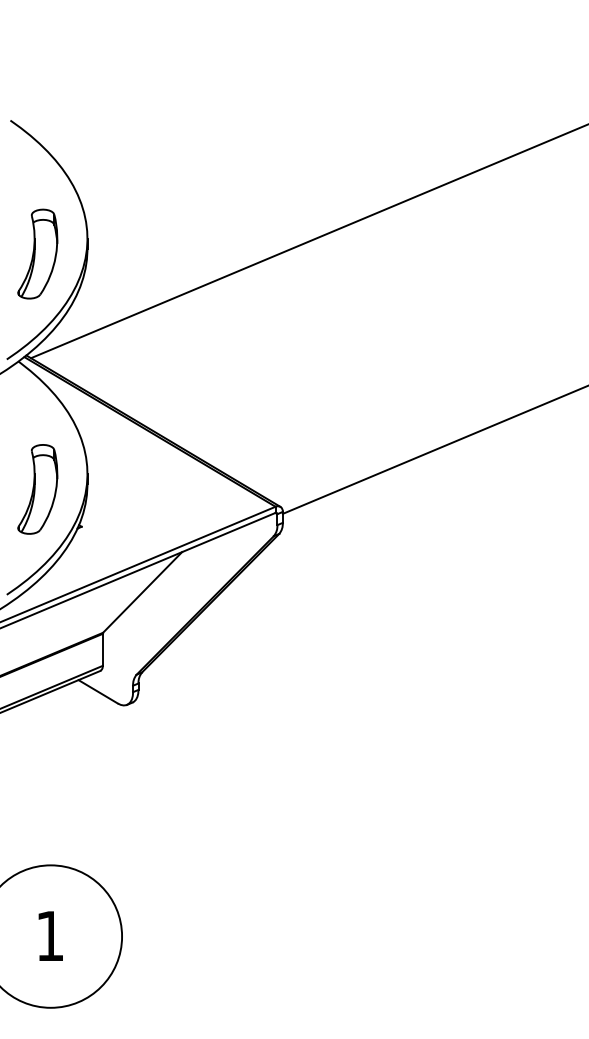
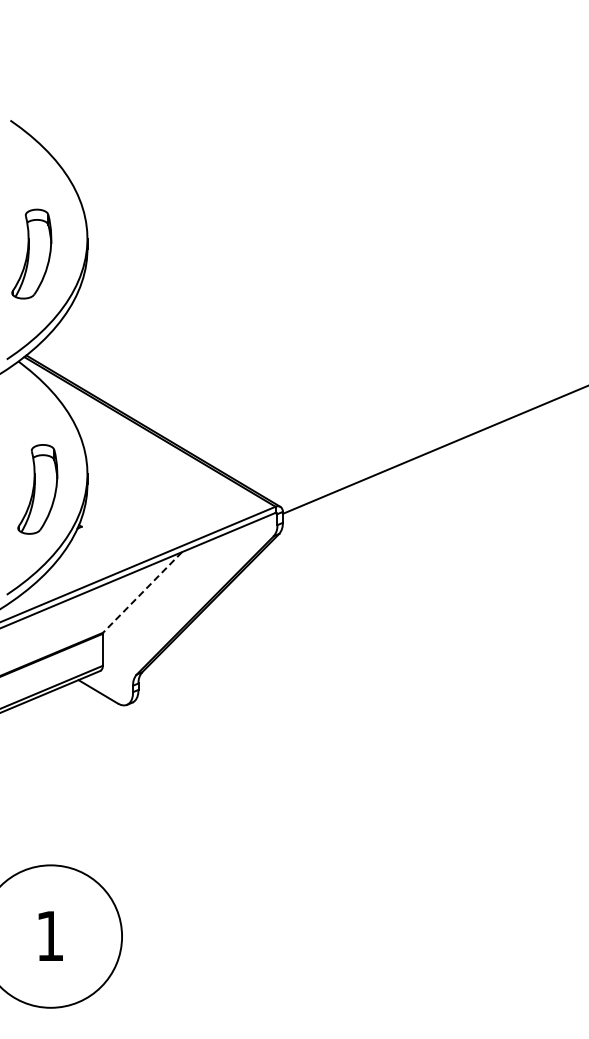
line at (308, 241): present -> none
part at (37, 253) position: (37, 253) -> (31, 253)
line at (142, 592): solid -> dashed
